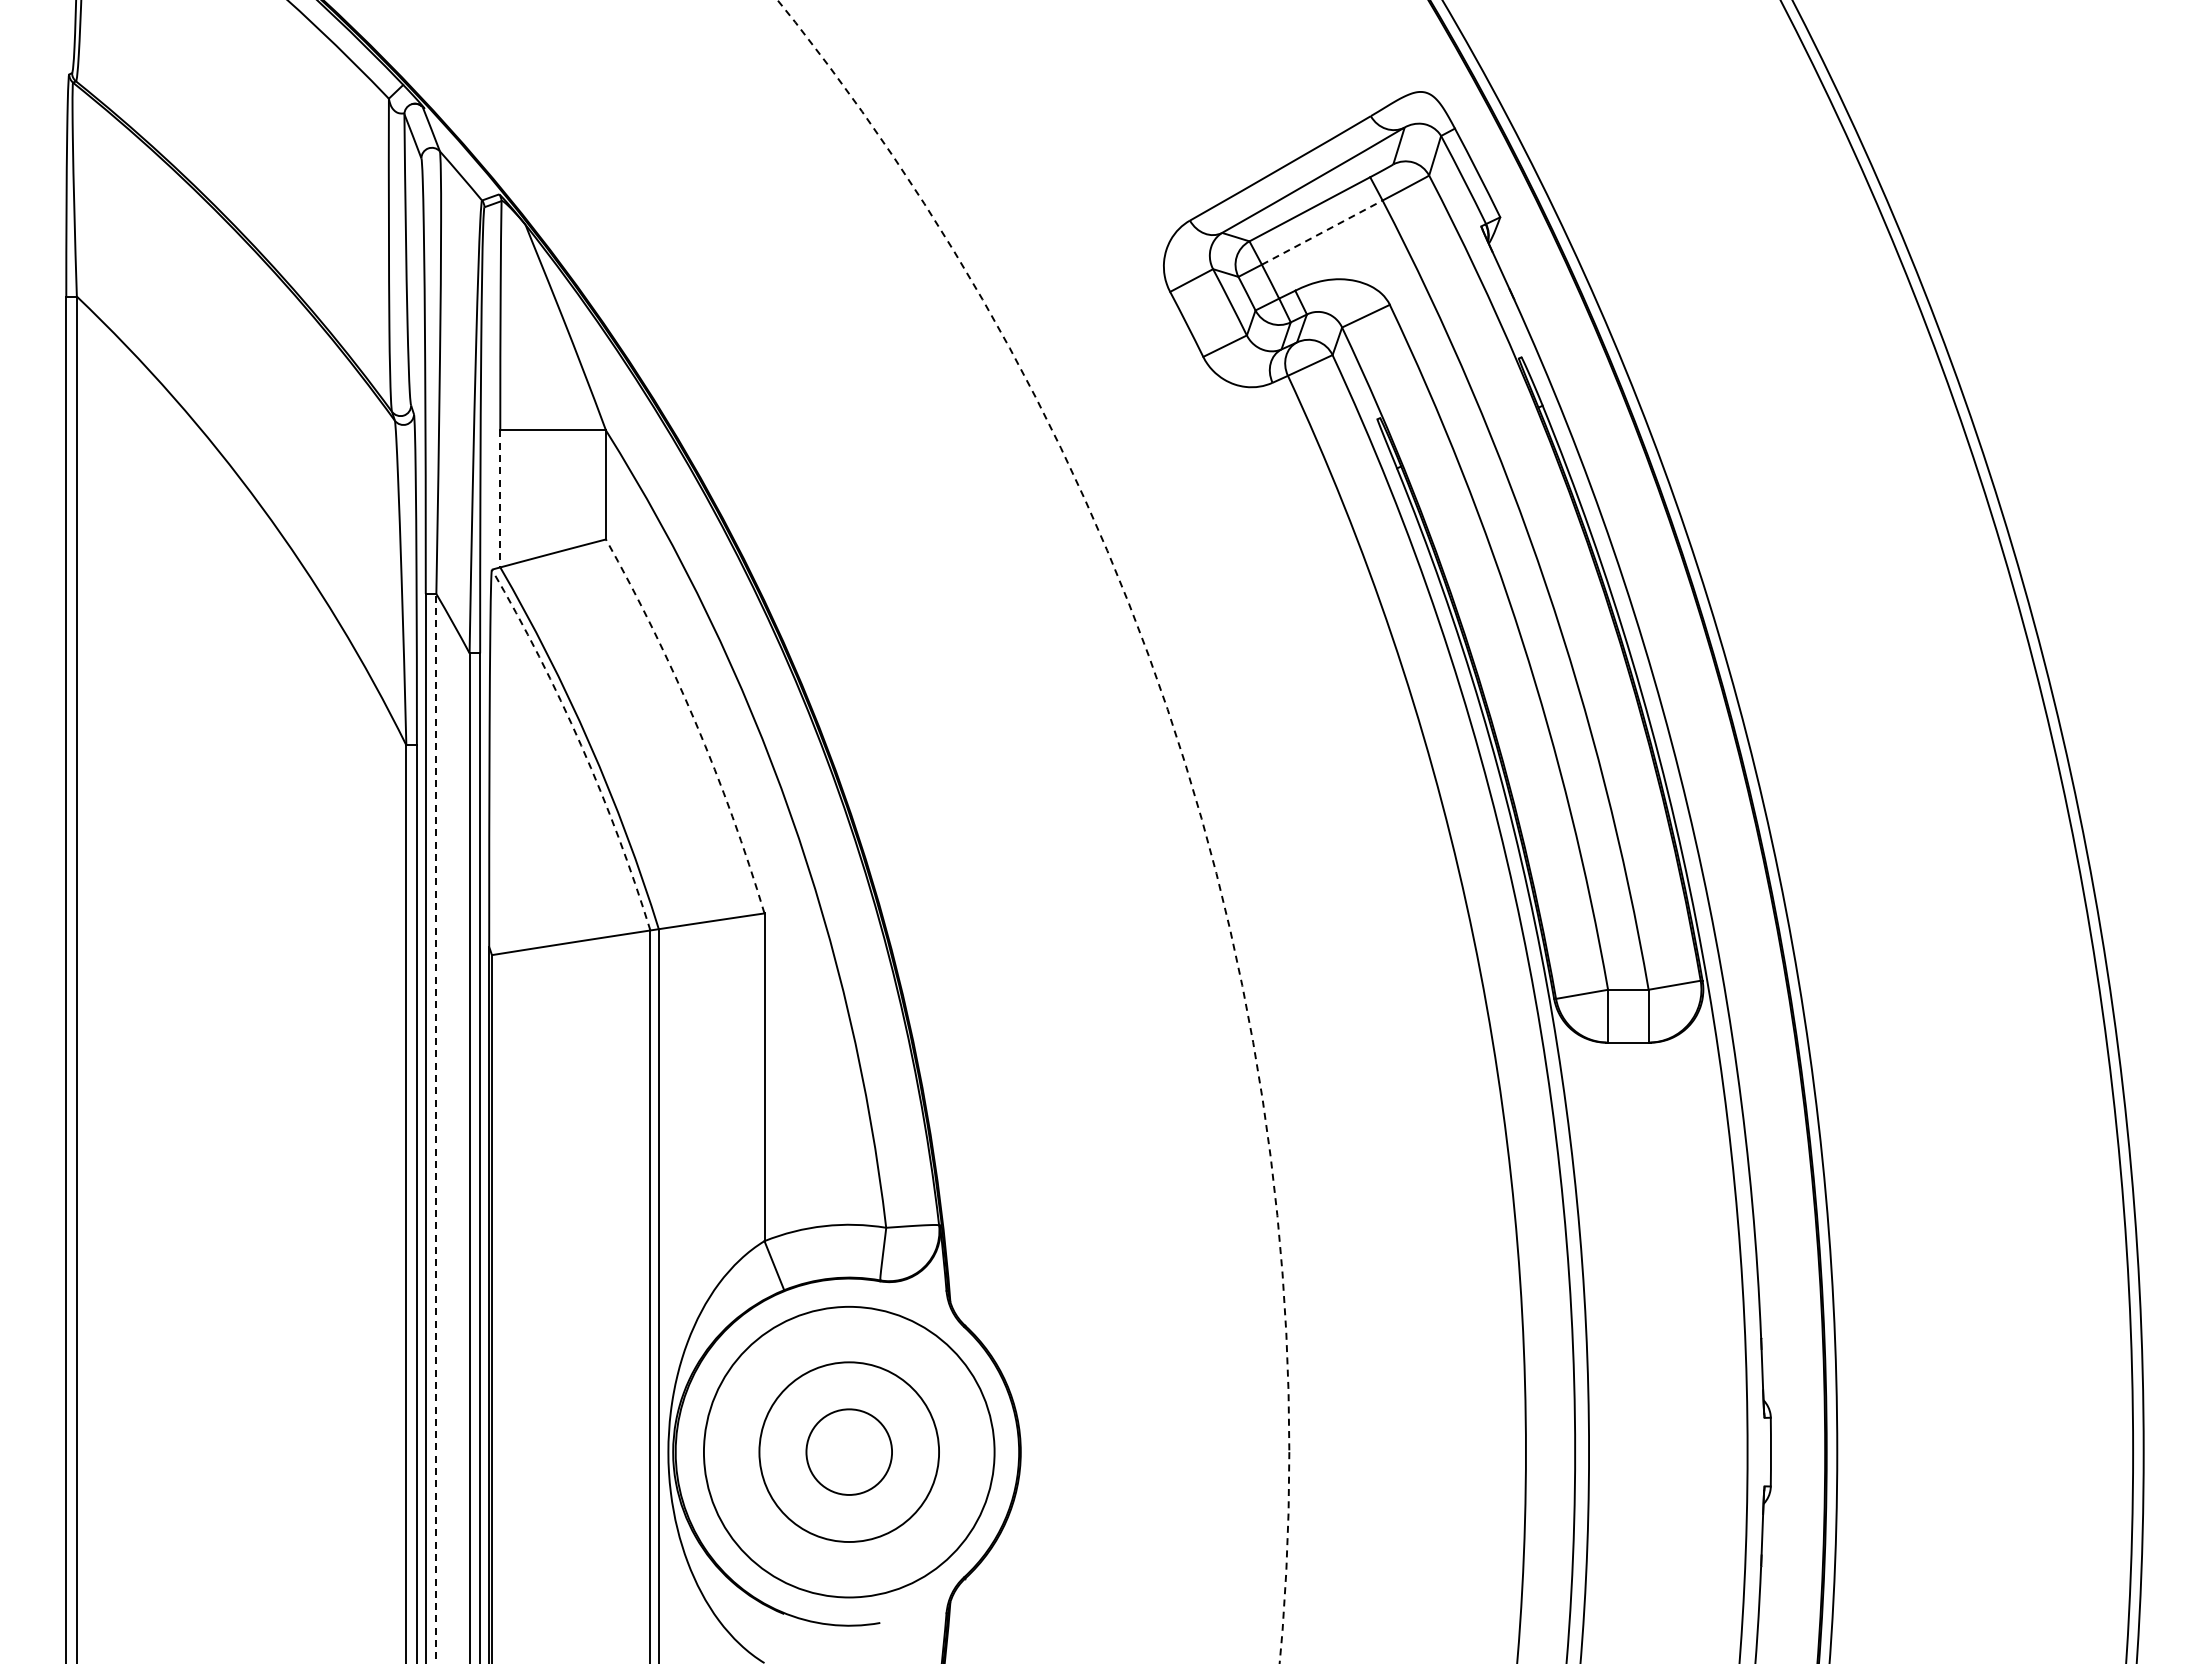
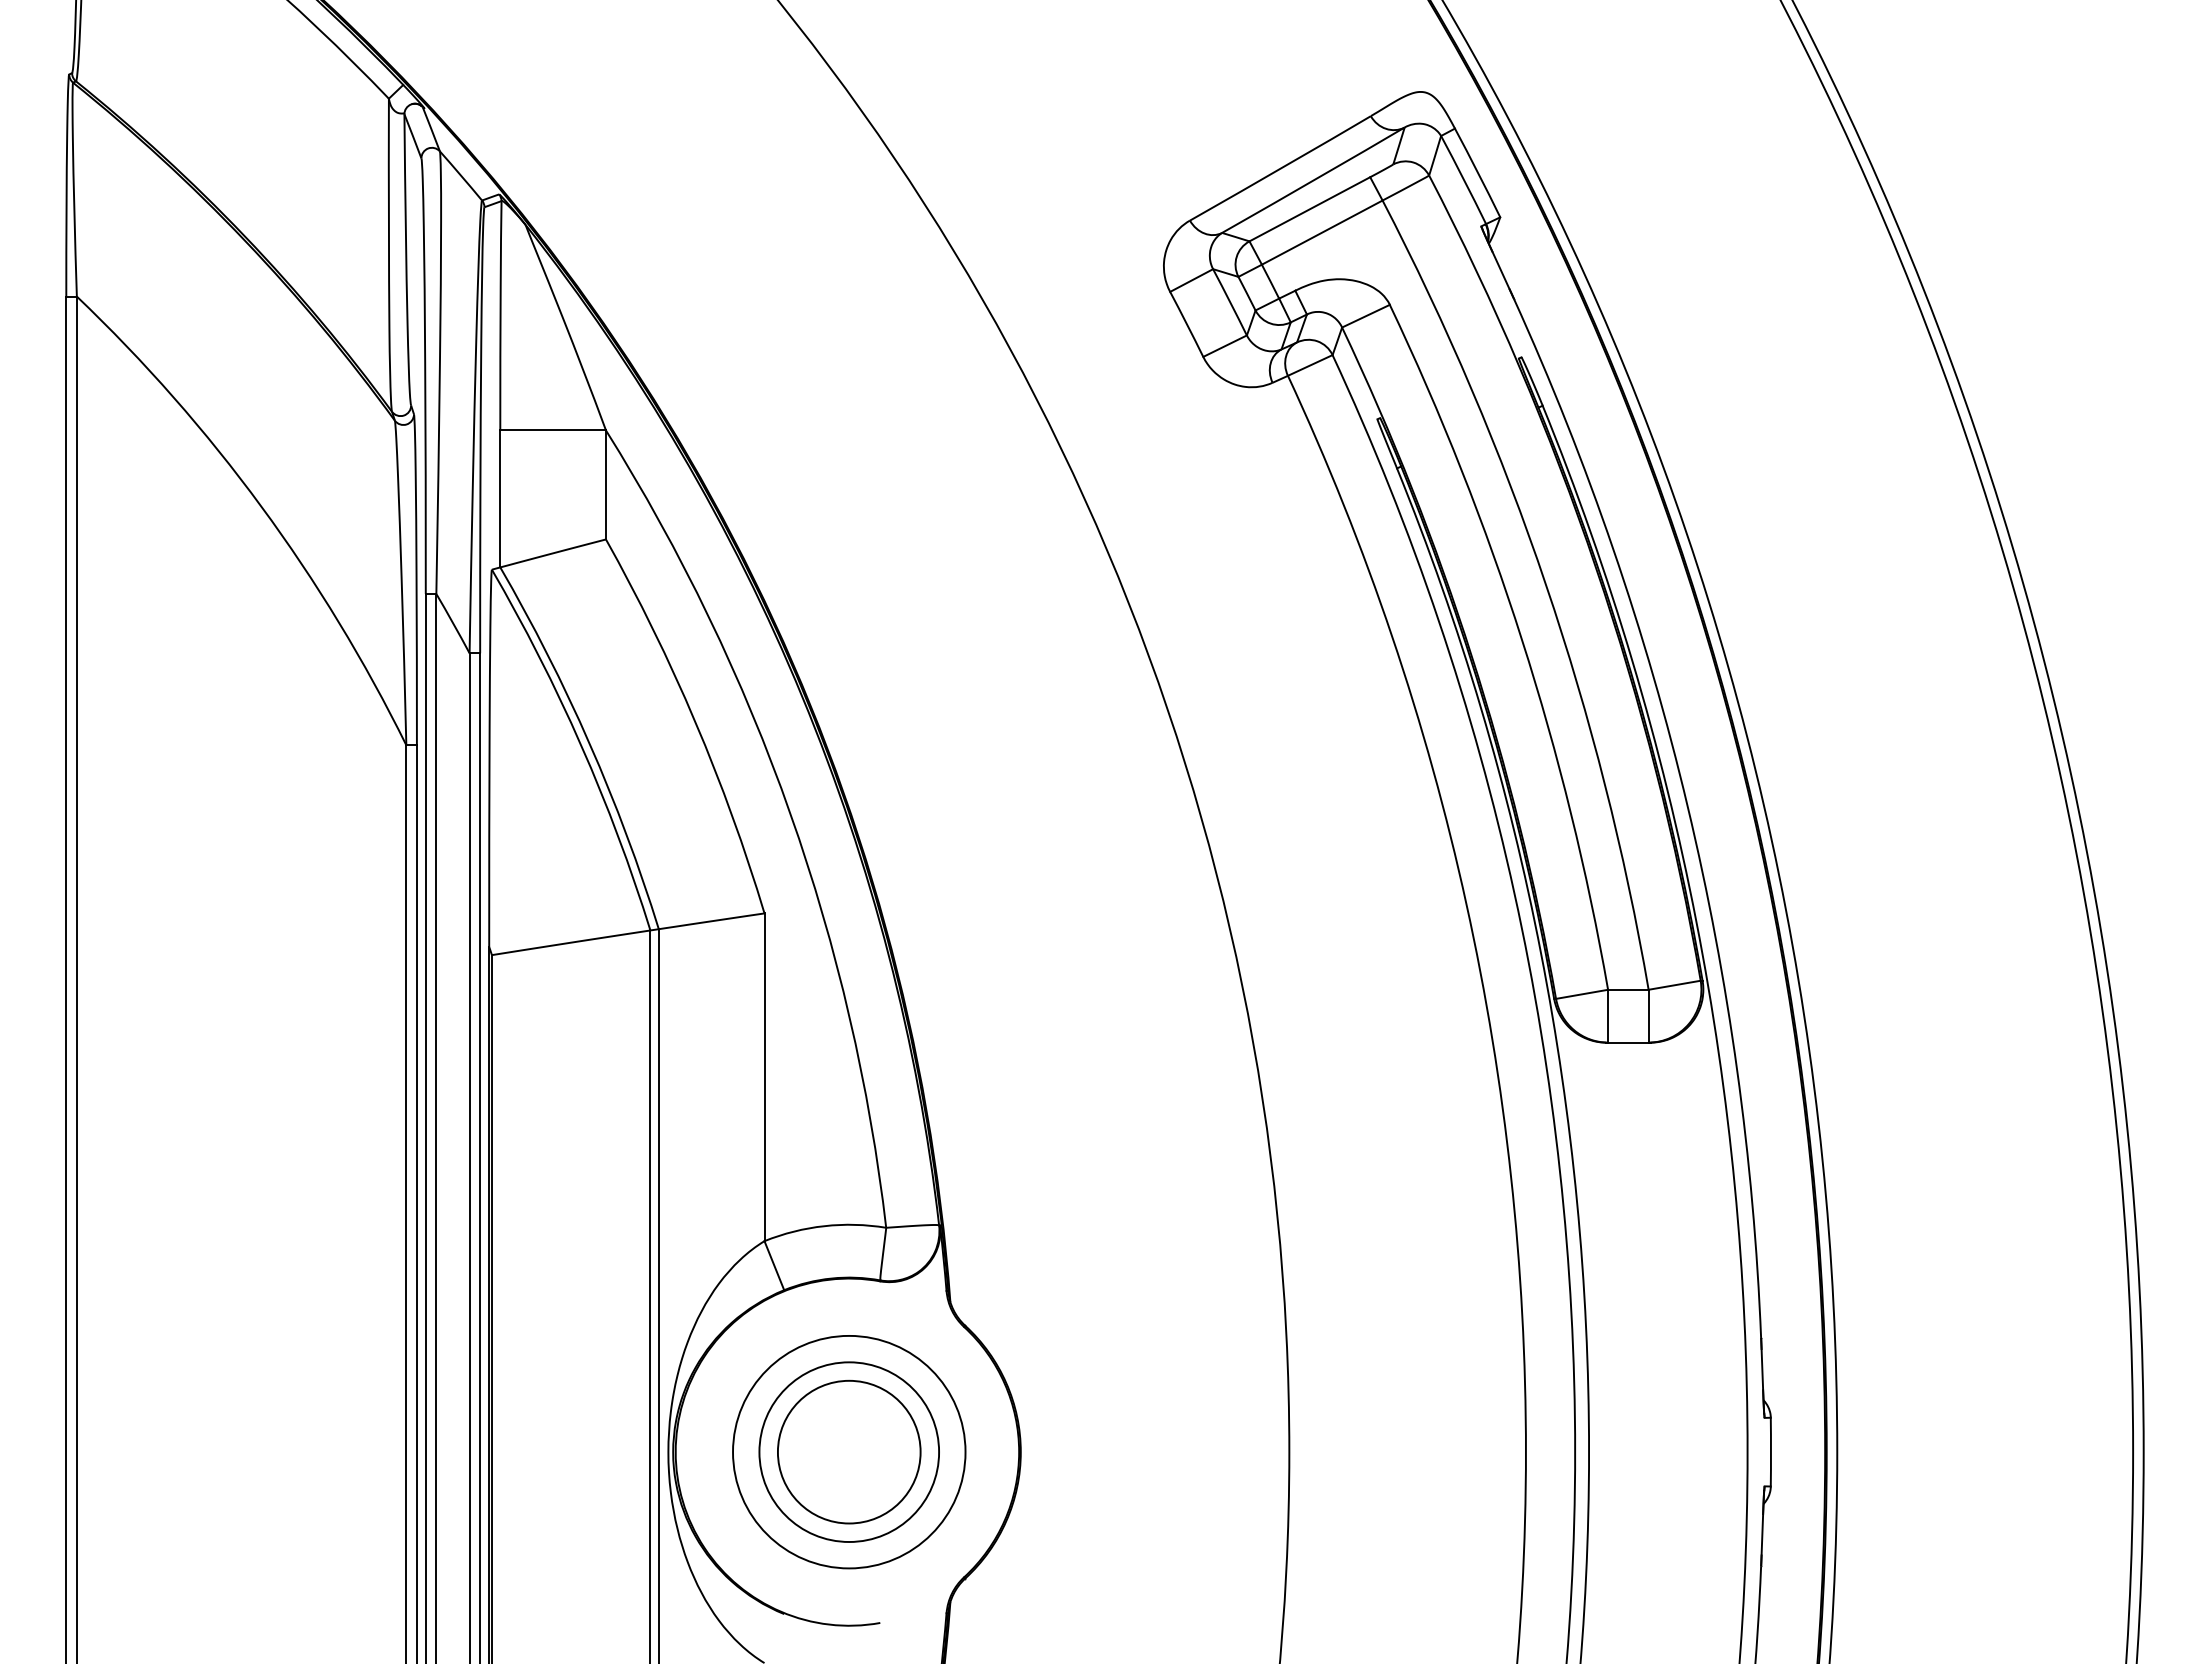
line at (1322, 232): dashed -> solid
line at (500, 498): dashed -> solid
arc at (695, 722): dashed -> solid
arc at (581, 745): dashed -> solid
circle at (1033, 831): dashed -> solid
line at (436, 1128): dashed -> solid
circle at (848, 1451) diameter: 291 px -> 233 px
circle at (849, 1451) diameter: 86 px -> 143 px
